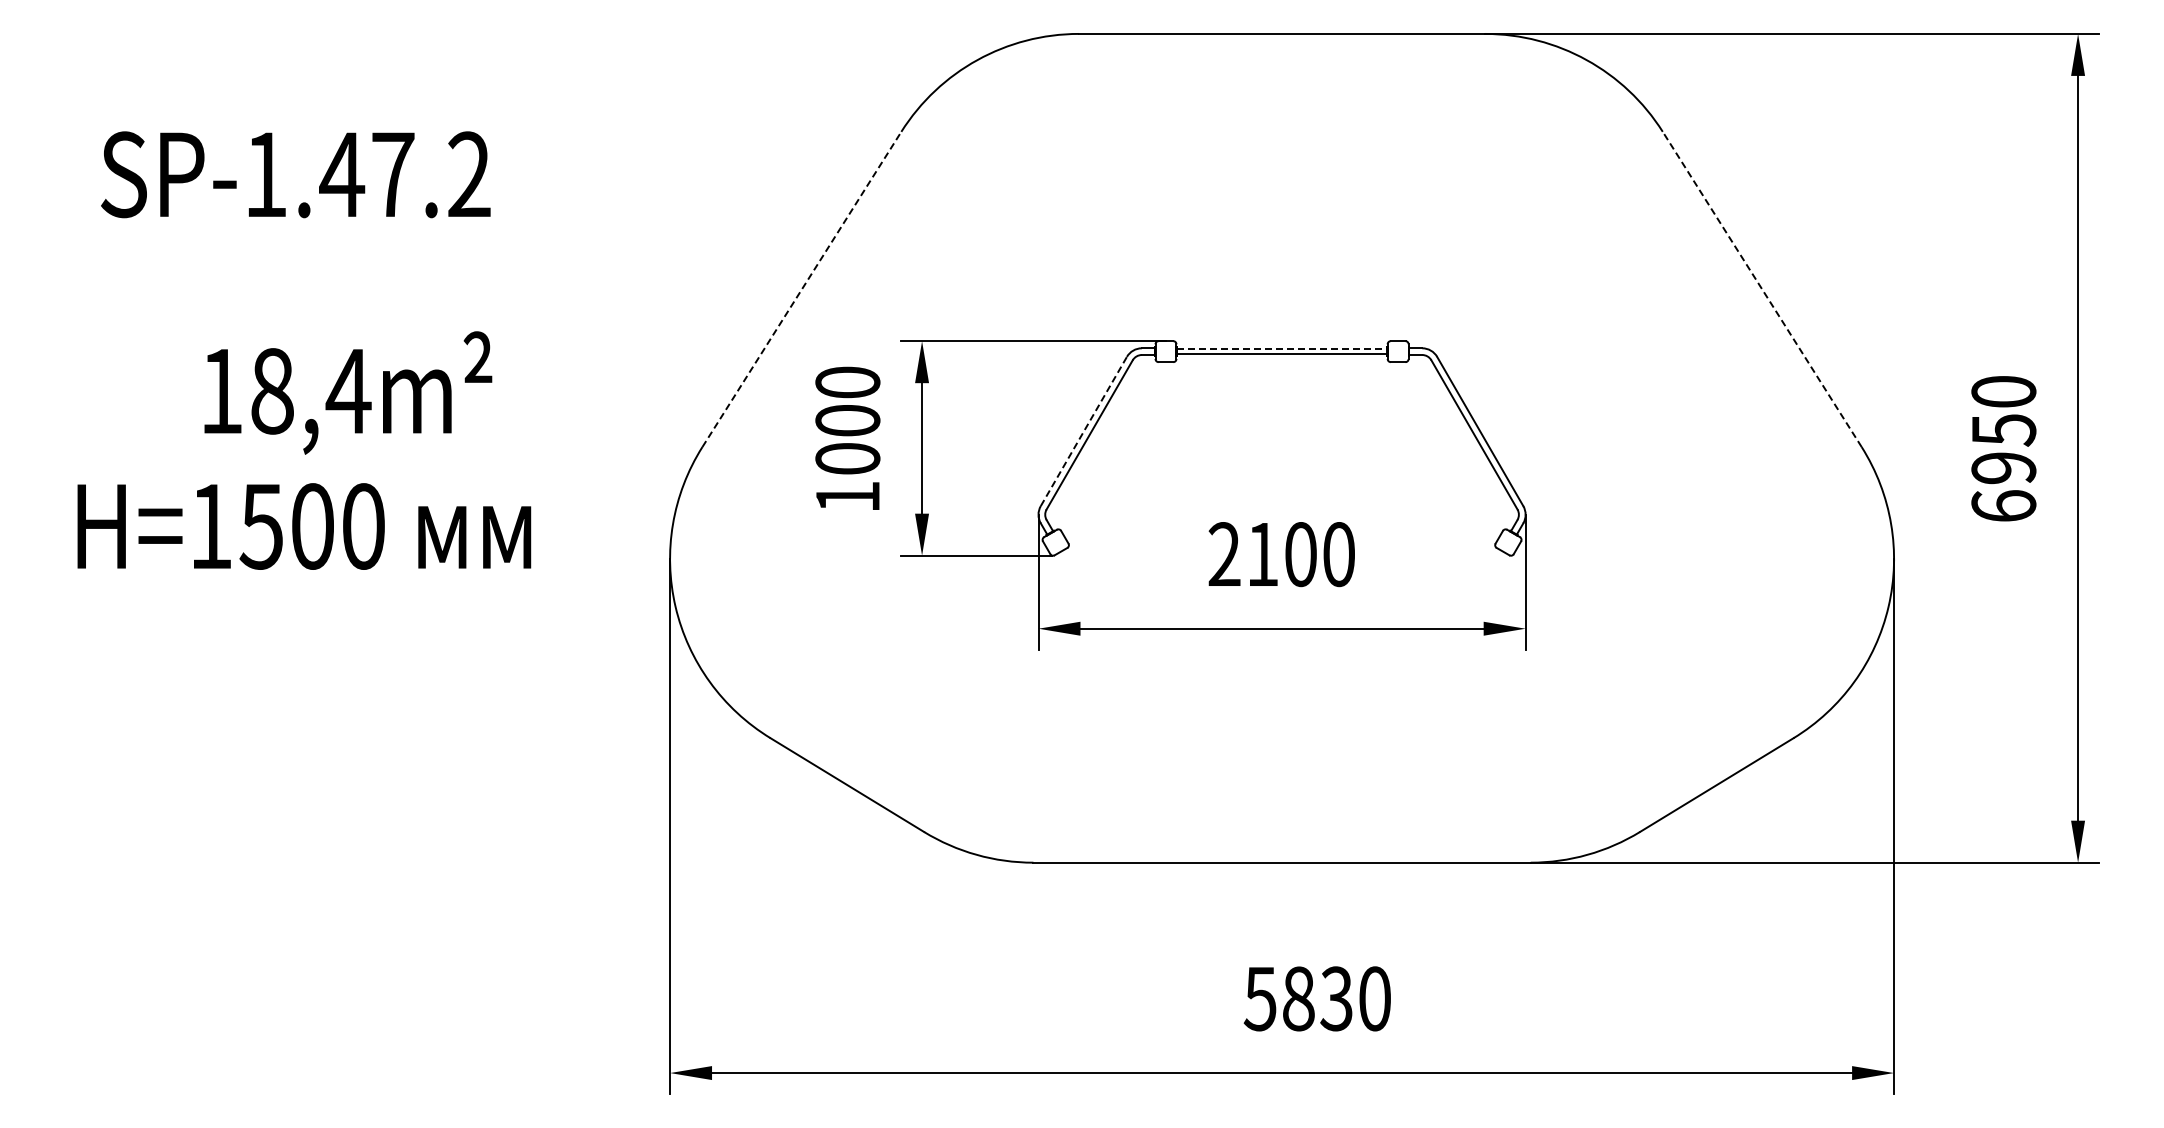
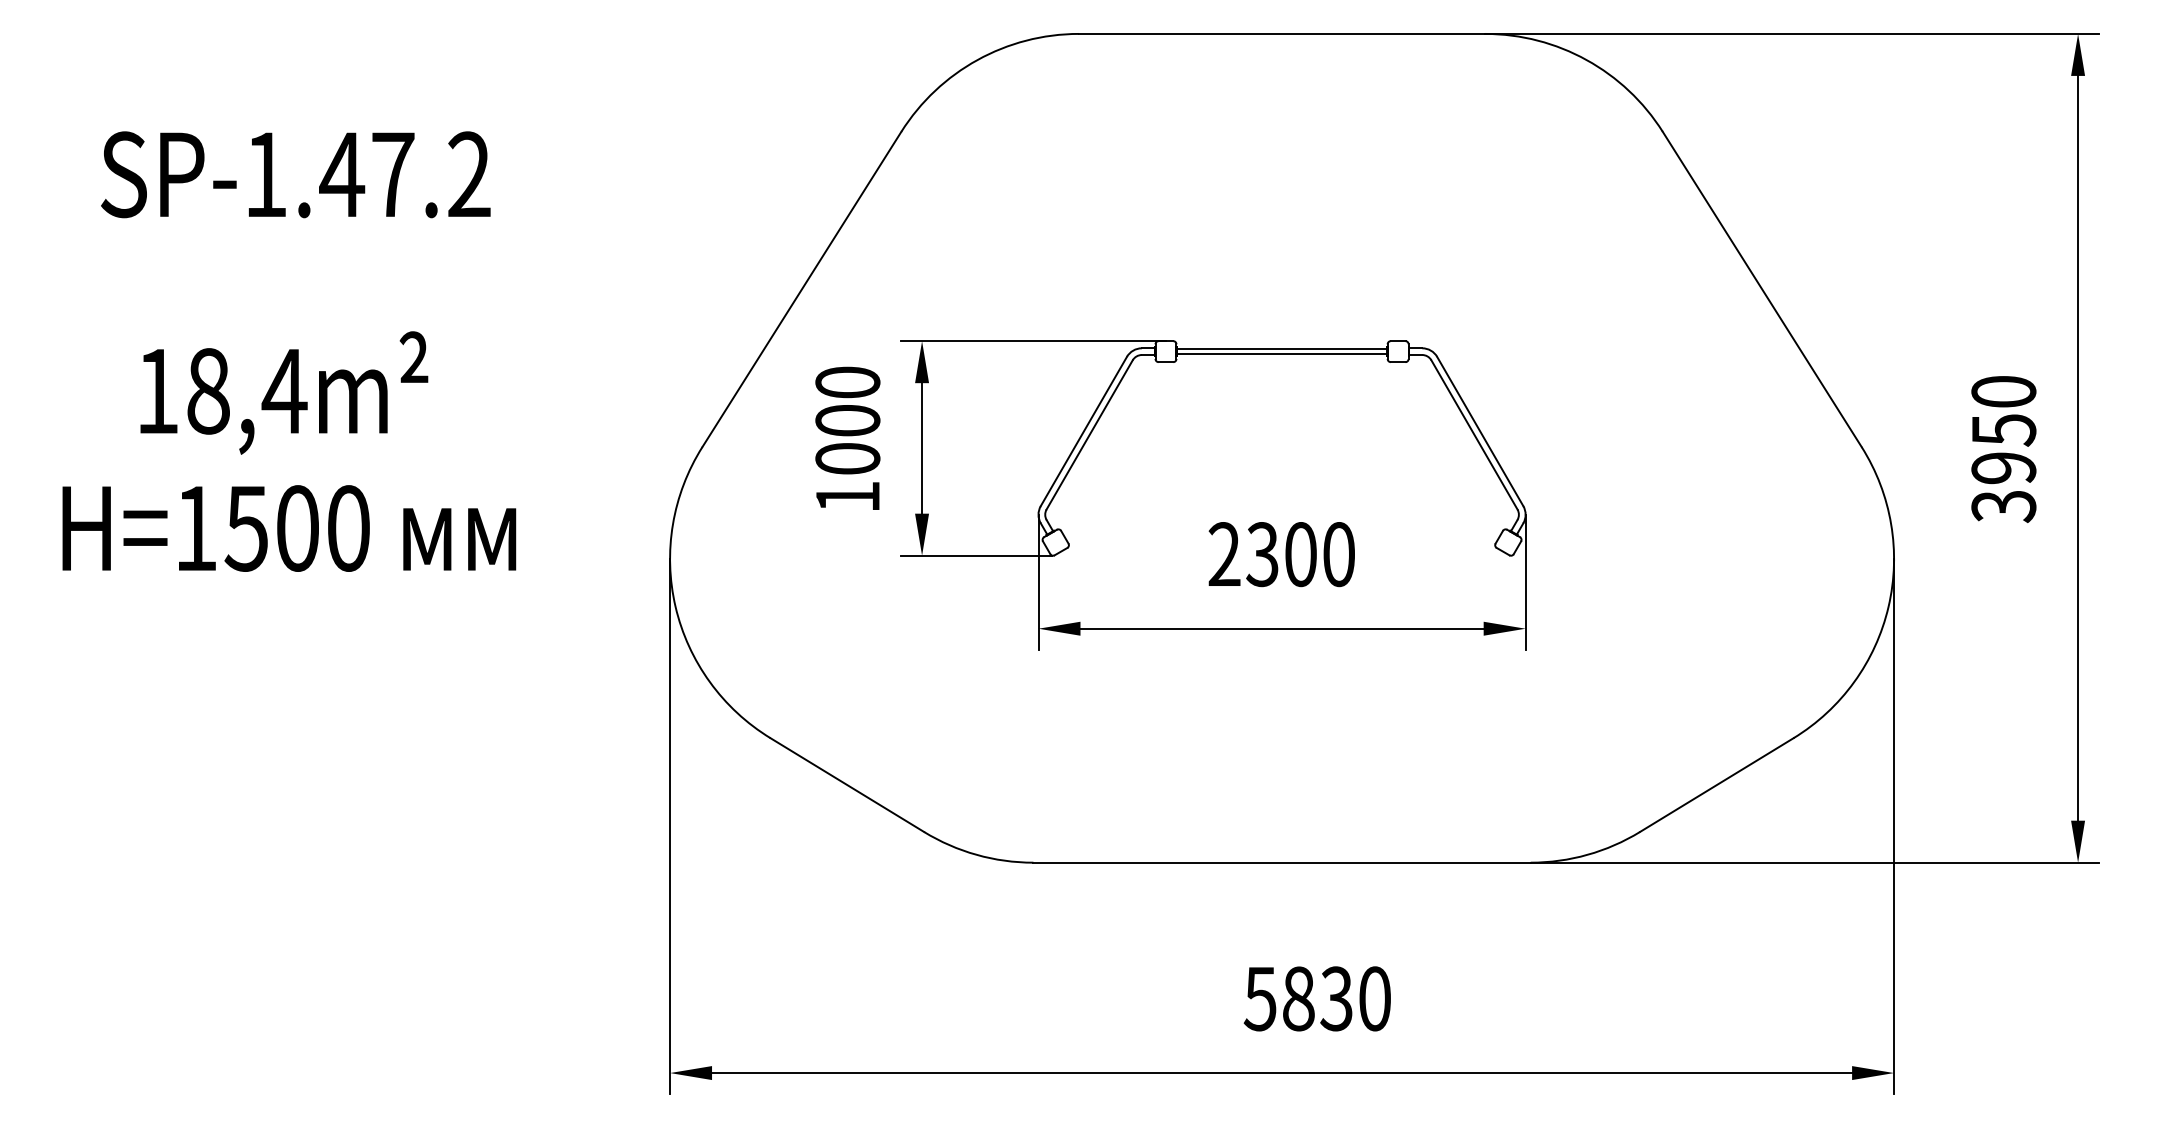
line at (802, 289): dashed -> solid
line at (1761, 289): dashed -> solid
line at (1282, 348): dashed -> solid
text at (348, 392) position: (348, 392) -> (284, 392)
line at (1084, 431): dashed -> solid
text at (2003, 506): 6950 -> 3950
text at (304, 526) position: (304, 526) -> (289, 528)
text at (1262, 554): 2100 -> 2300
